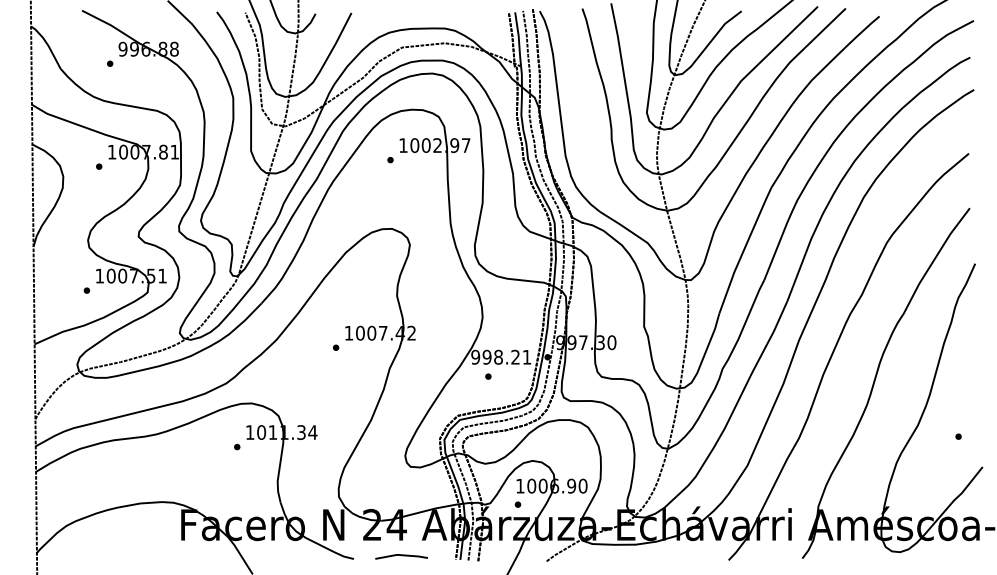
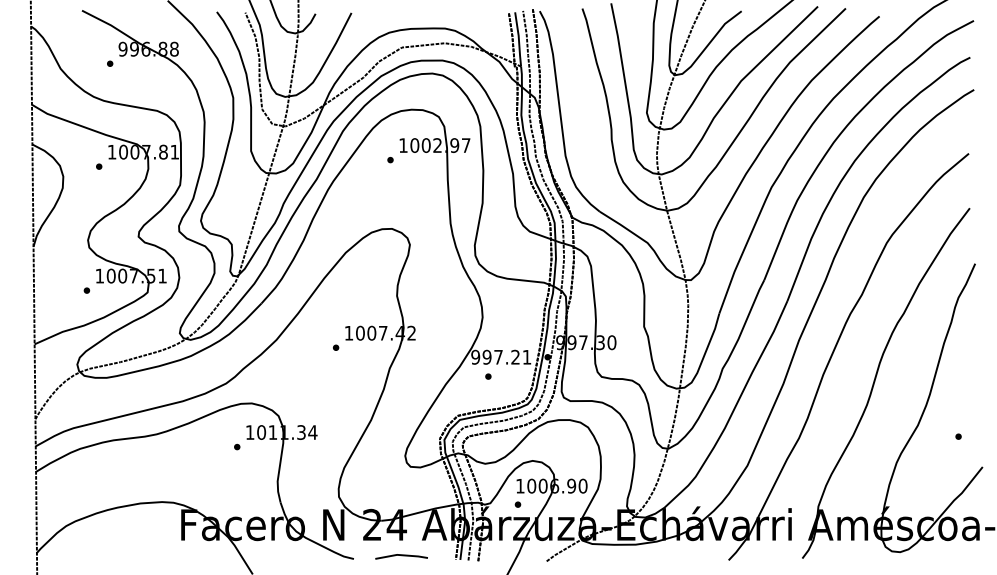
text at (498, 356): 998.21 -> 997.21
